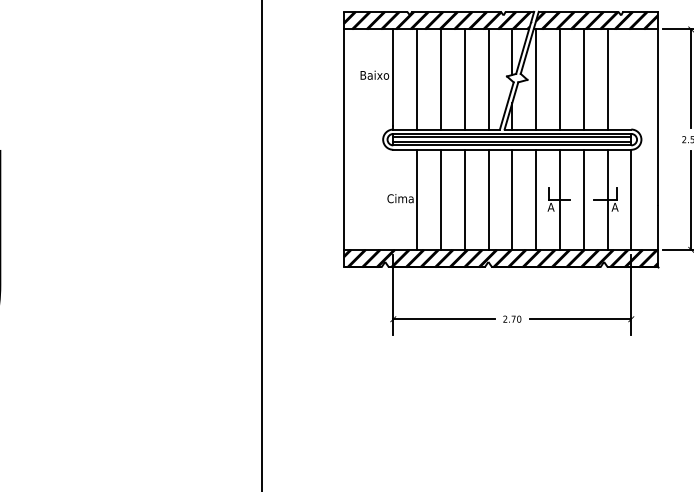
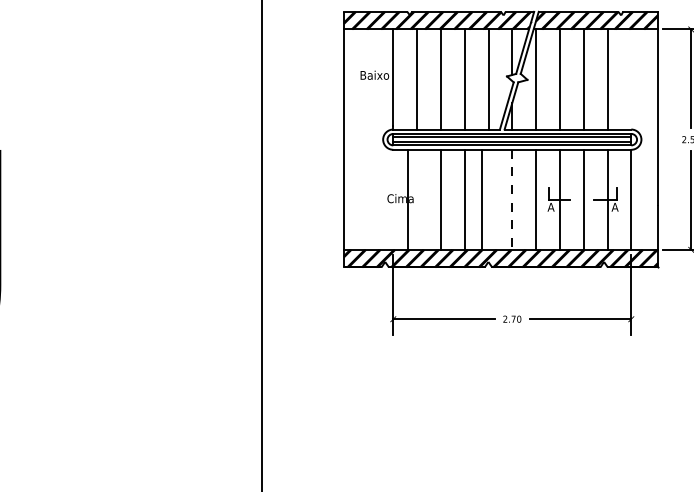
line at (417, 199) position: (417, 199) -> (408, 199)
line at (488, 199) position: (488, 199) -> (481, 199)
line at (512, 200): solid -> dashed
